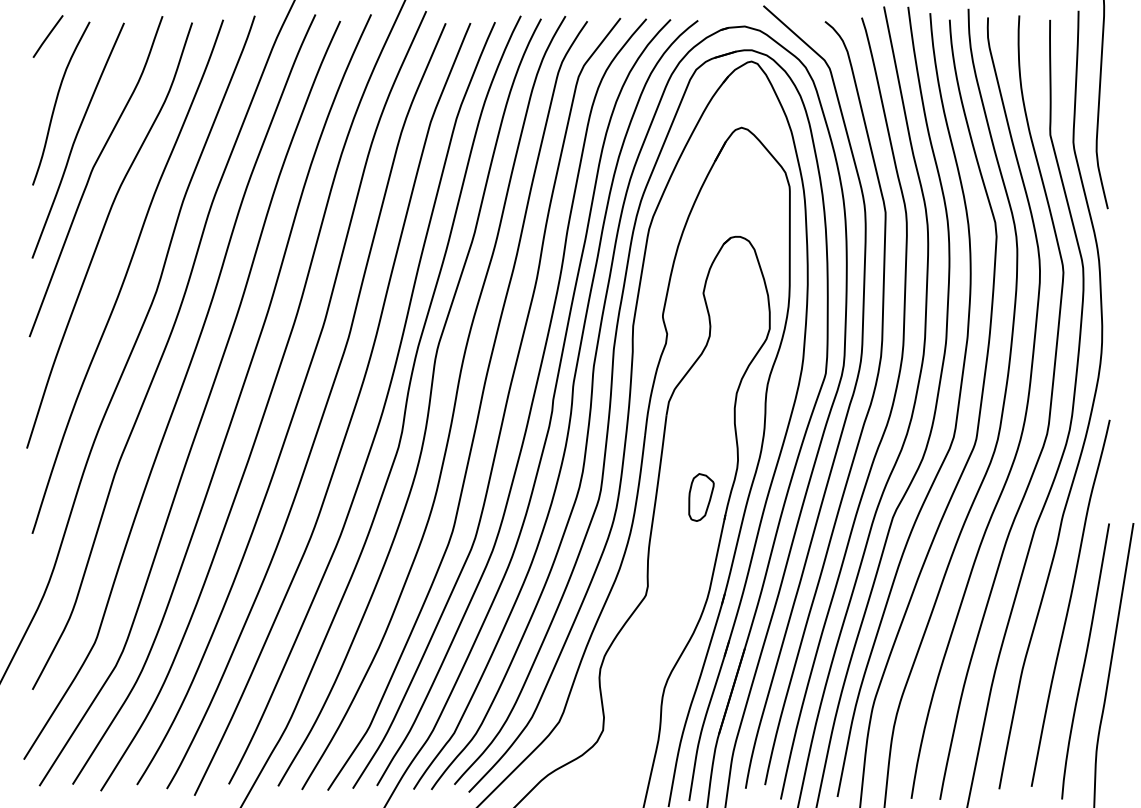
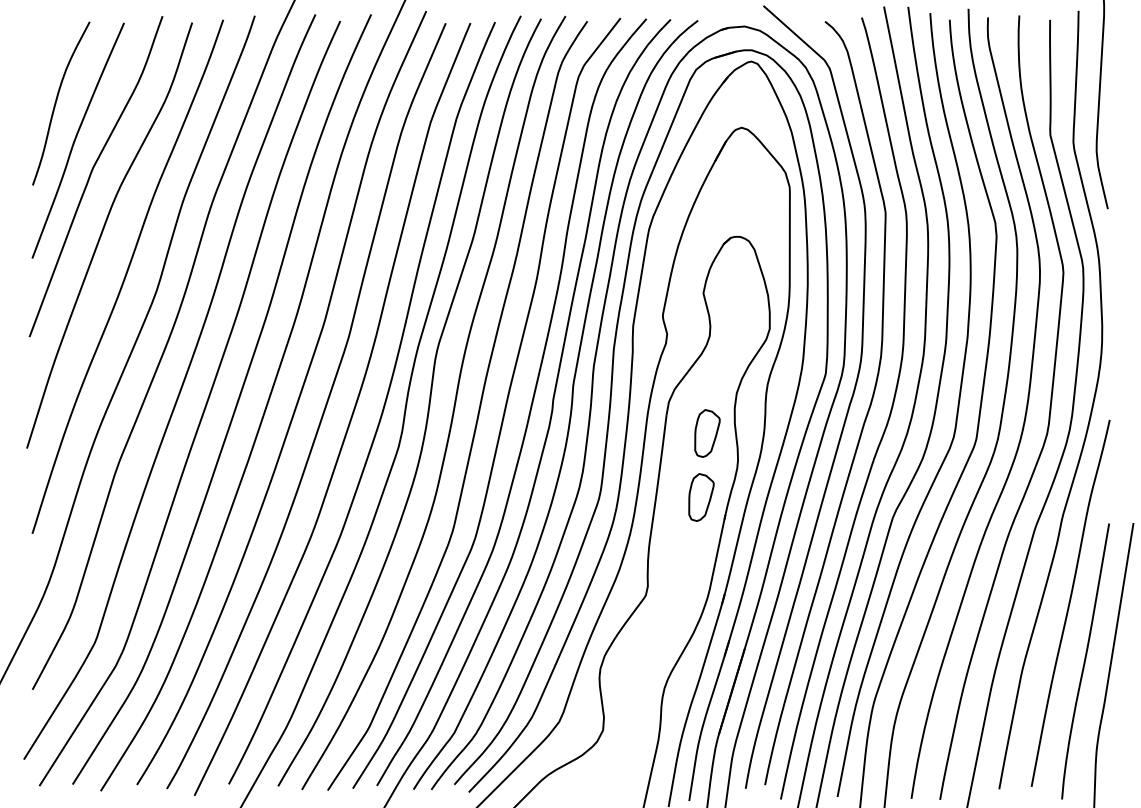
line at (47, 36): present -> none
part at (707, 433): none -> present
